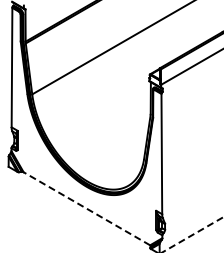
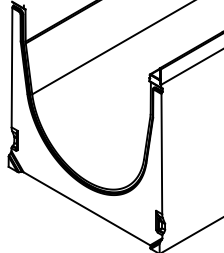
line at (86, 208): dashed -> solid
line at (192, 235): dashed -> solid
